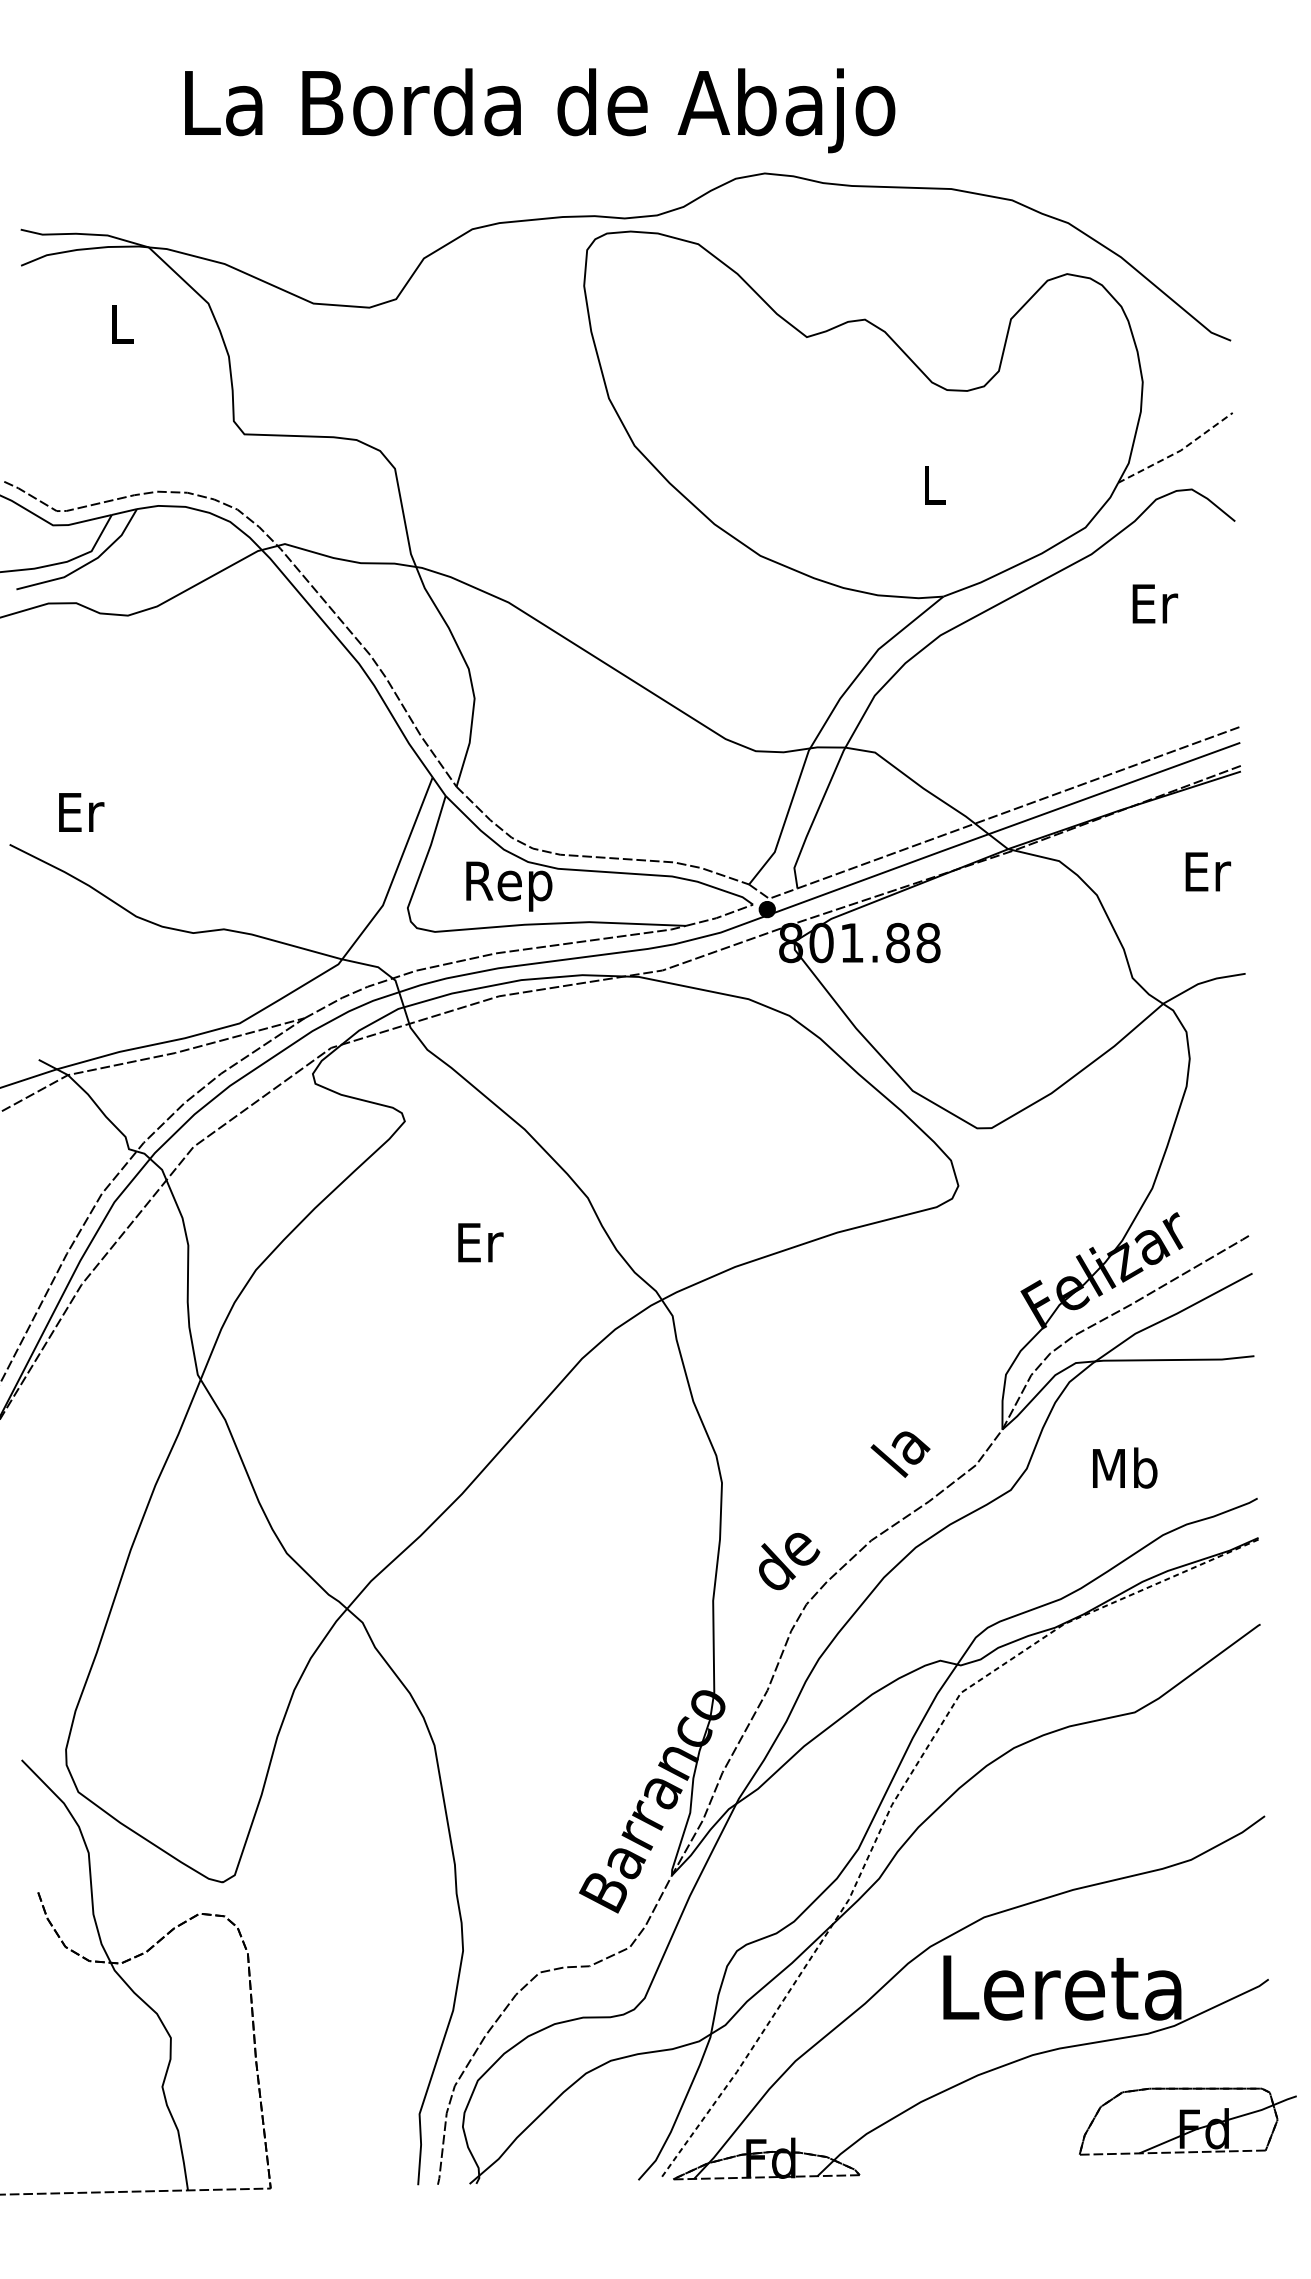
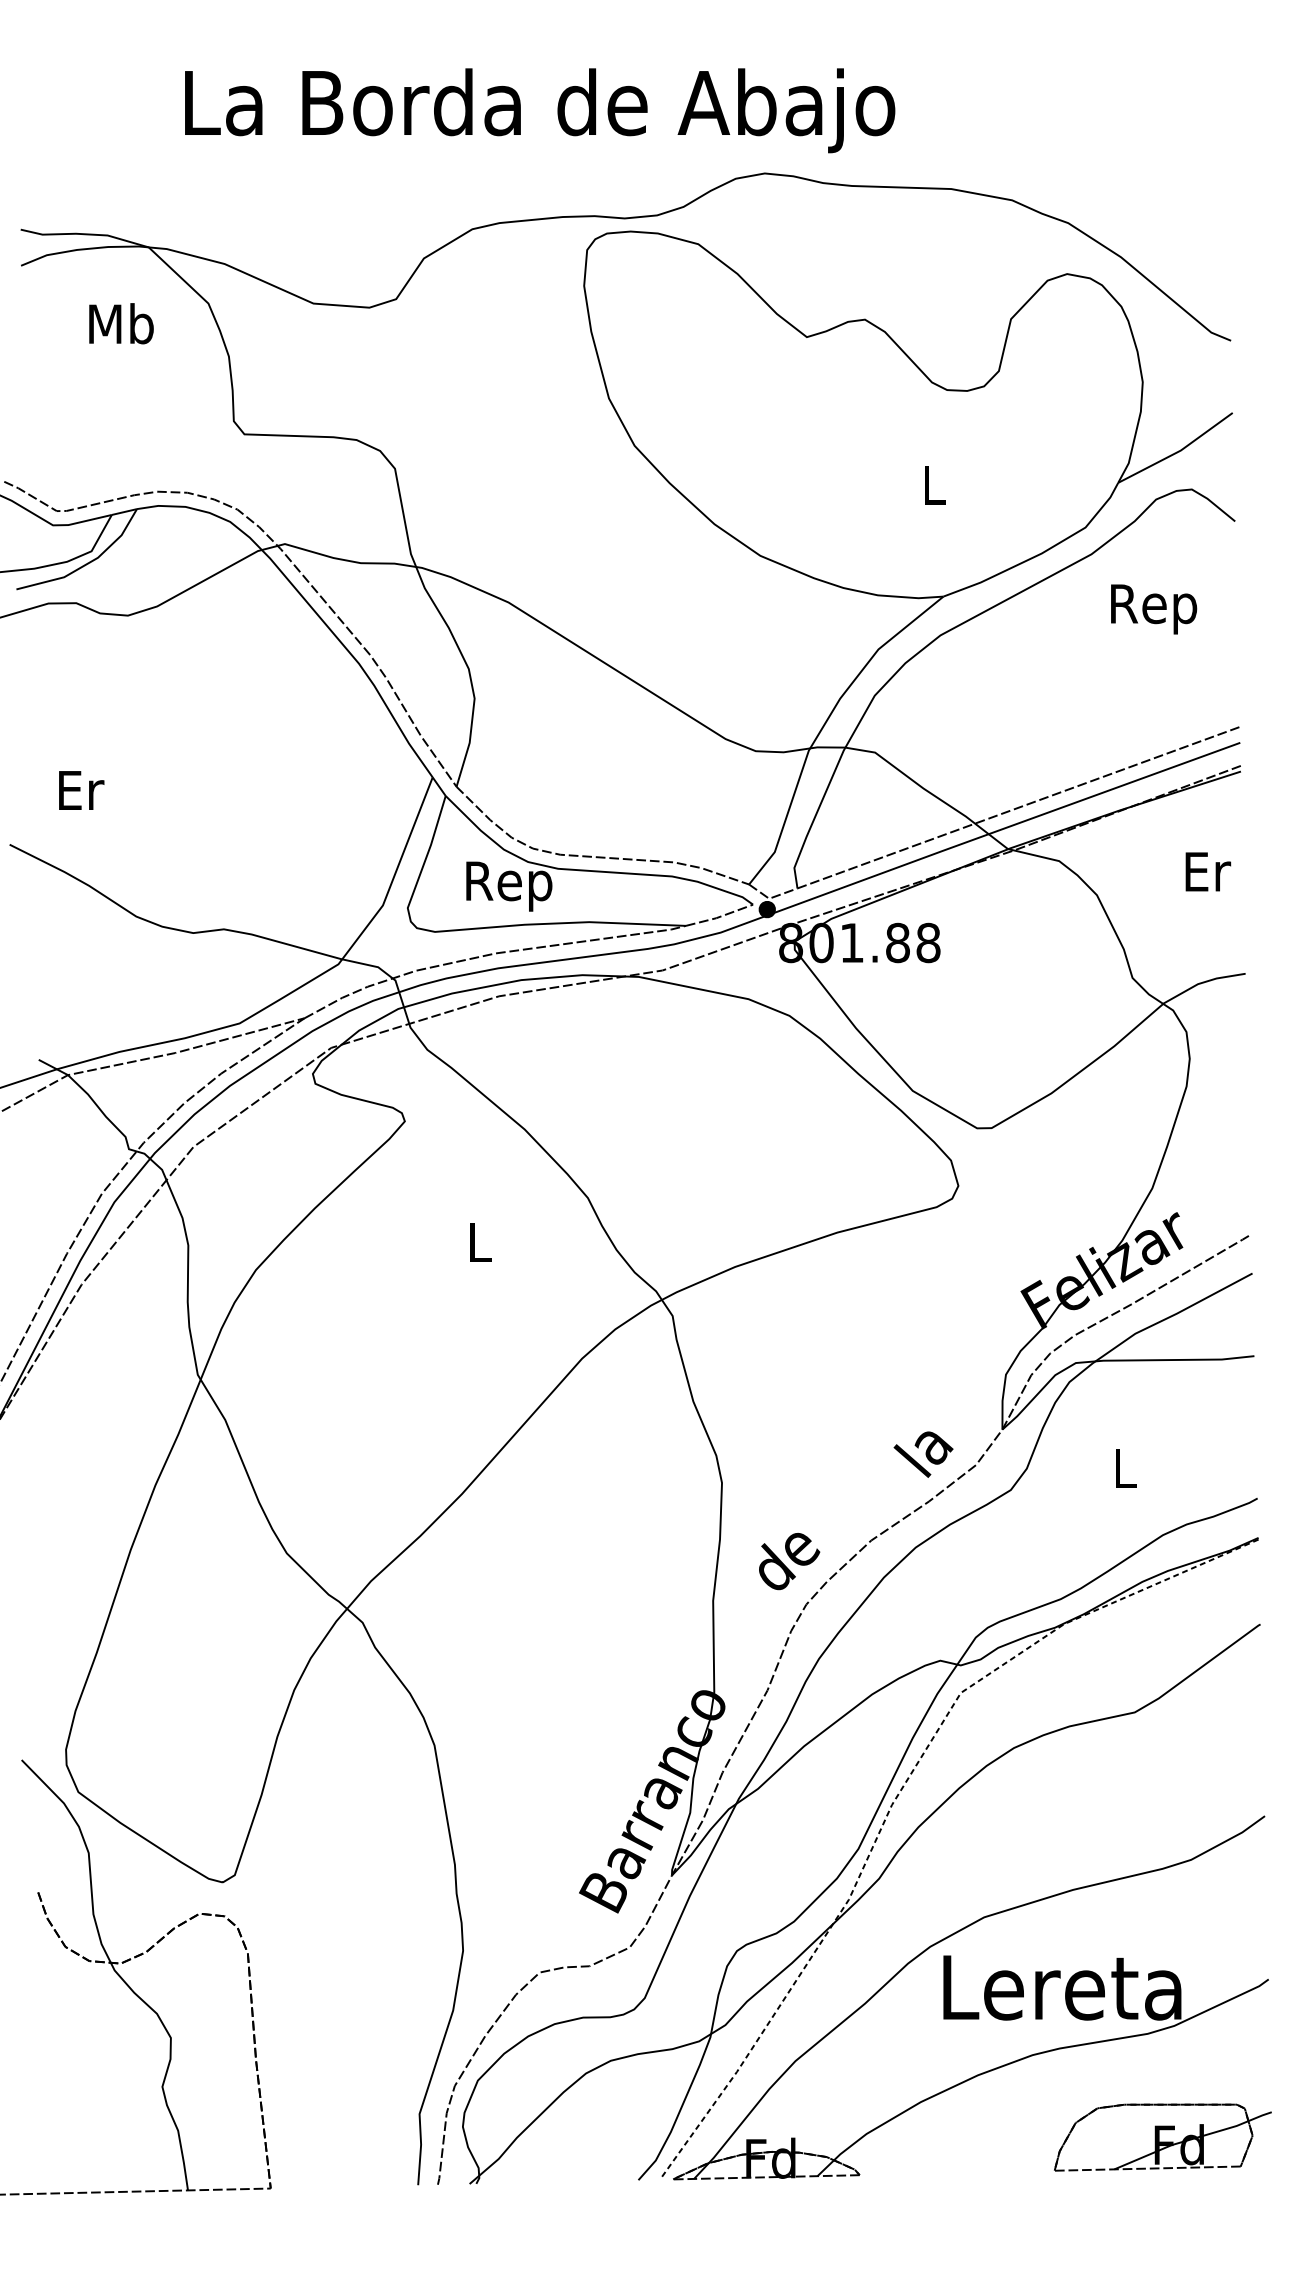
text at (121, 323): L -> Mb
line at (1179, 451): dashed -> solid
text at (1154, 609): Er -> Rep
text at (81, 812) position: (81, 812) -> (81, 790)
text at (480, 1242): Er -> L
text at (900, 1454) position: (900, 1454) -> (923, 1454)
text at (1125, 1467): Mb -> L
part at (1187, 2121) position: (1187, 2121) -> (1162, 2137)
